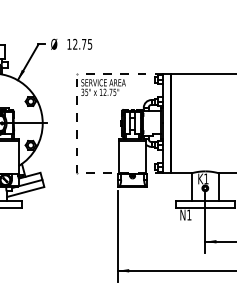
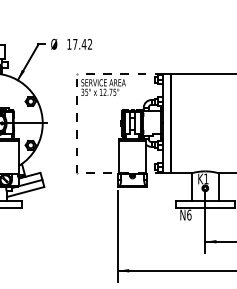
text at (82, 43): 12.75 -> 17.42
text at (189, 214): N1 -> N6
